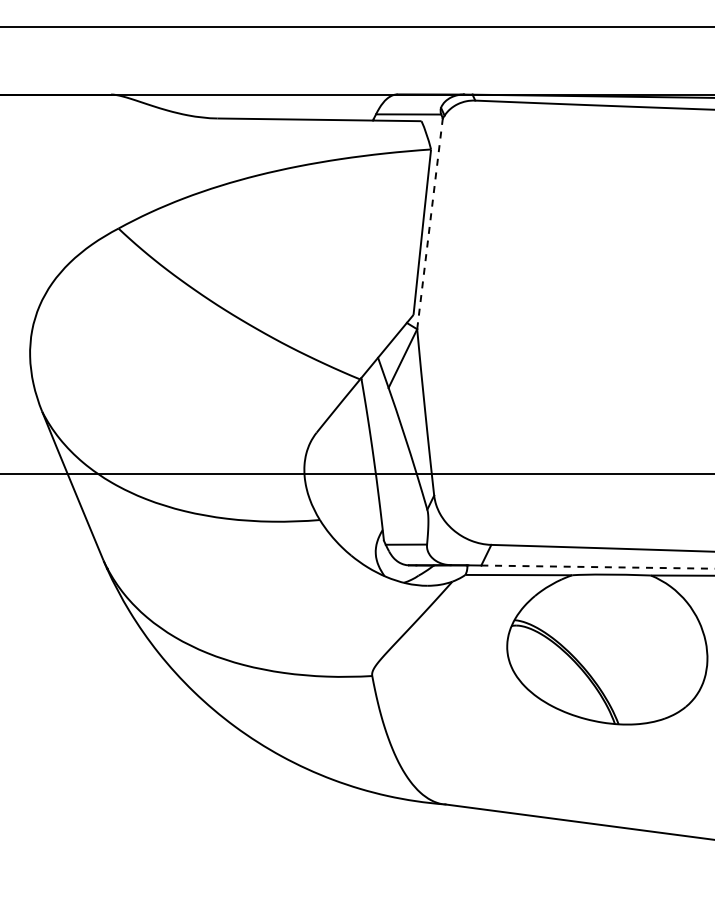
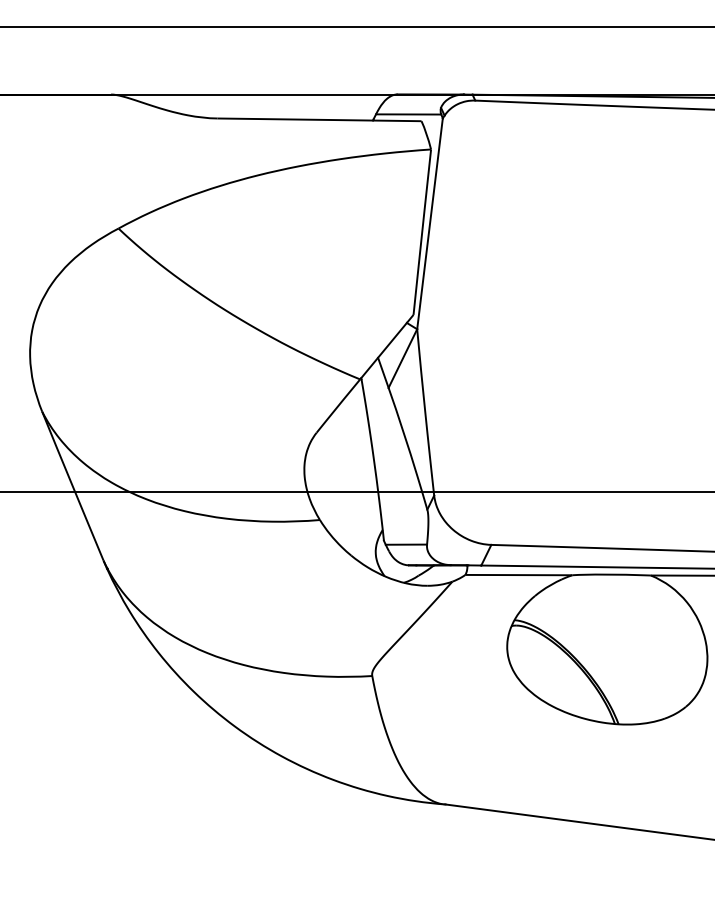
line at (430, 223): dashed -> solid
line at (356, 474) position: (356, 474) -> (356, 492)
line at (598, 567): dashed -> solid
